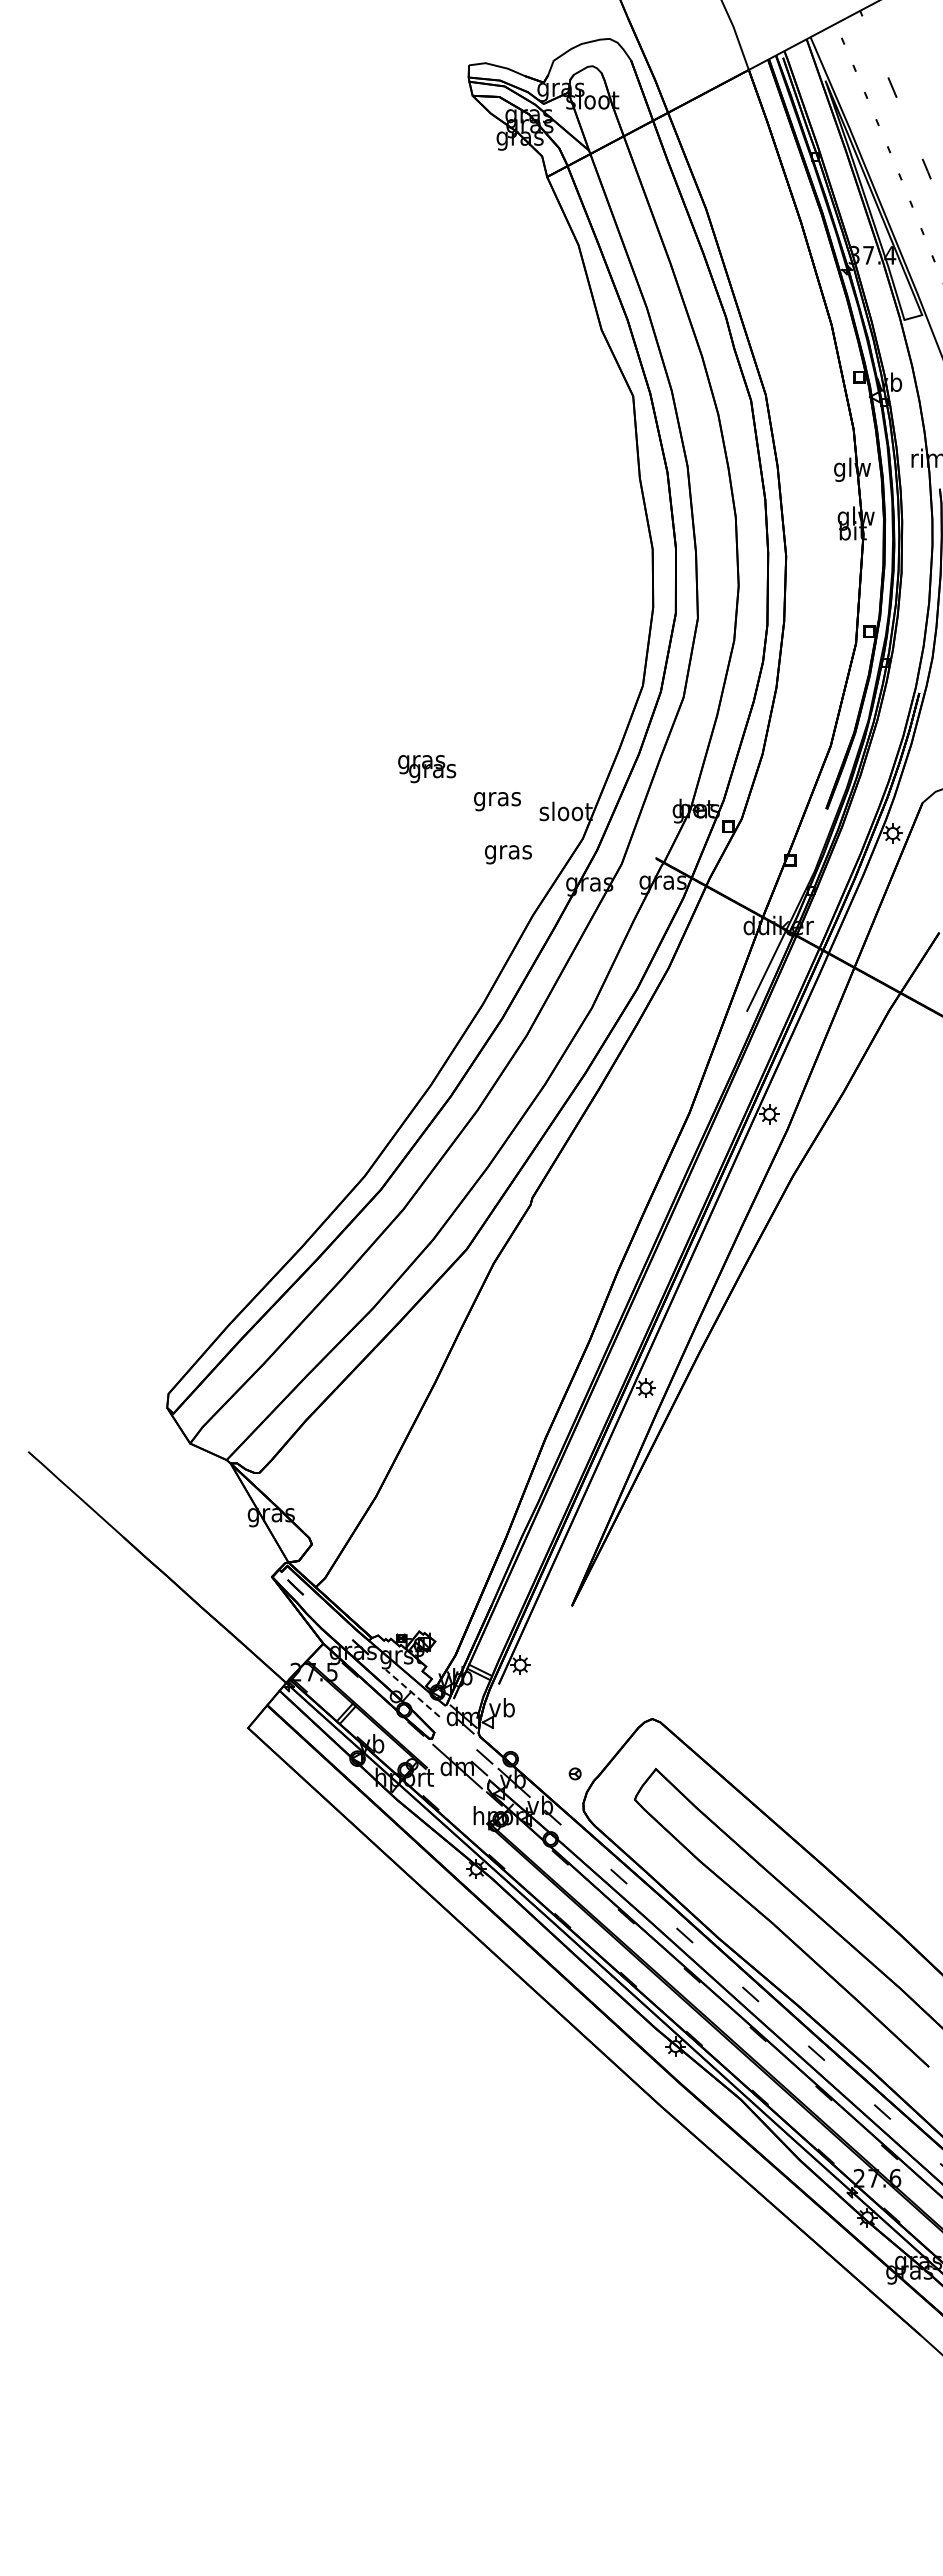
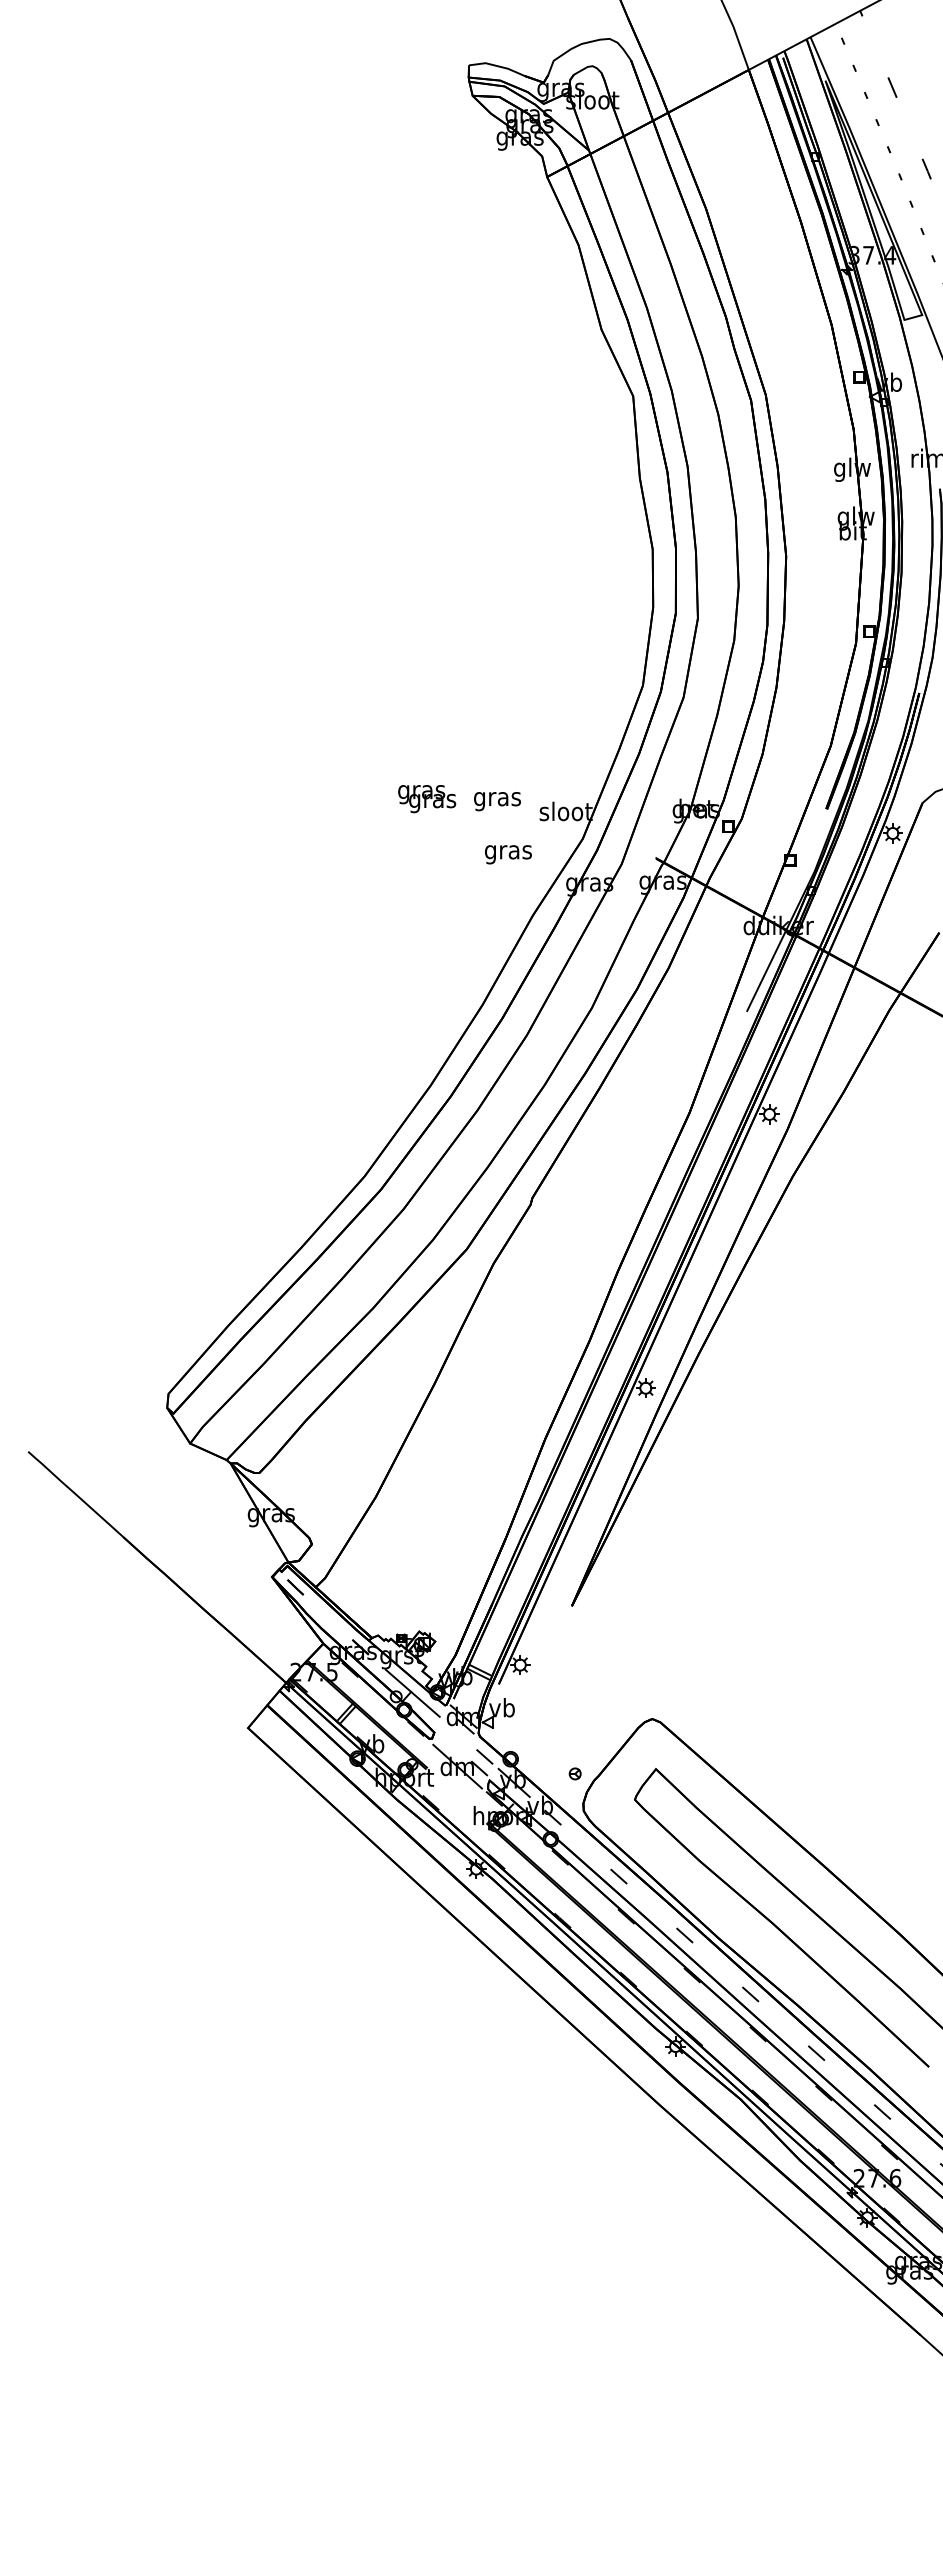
text at (427, 769) position: (427, 769) -> (427, 799)
line at (412, 1693): dashed -> solid
